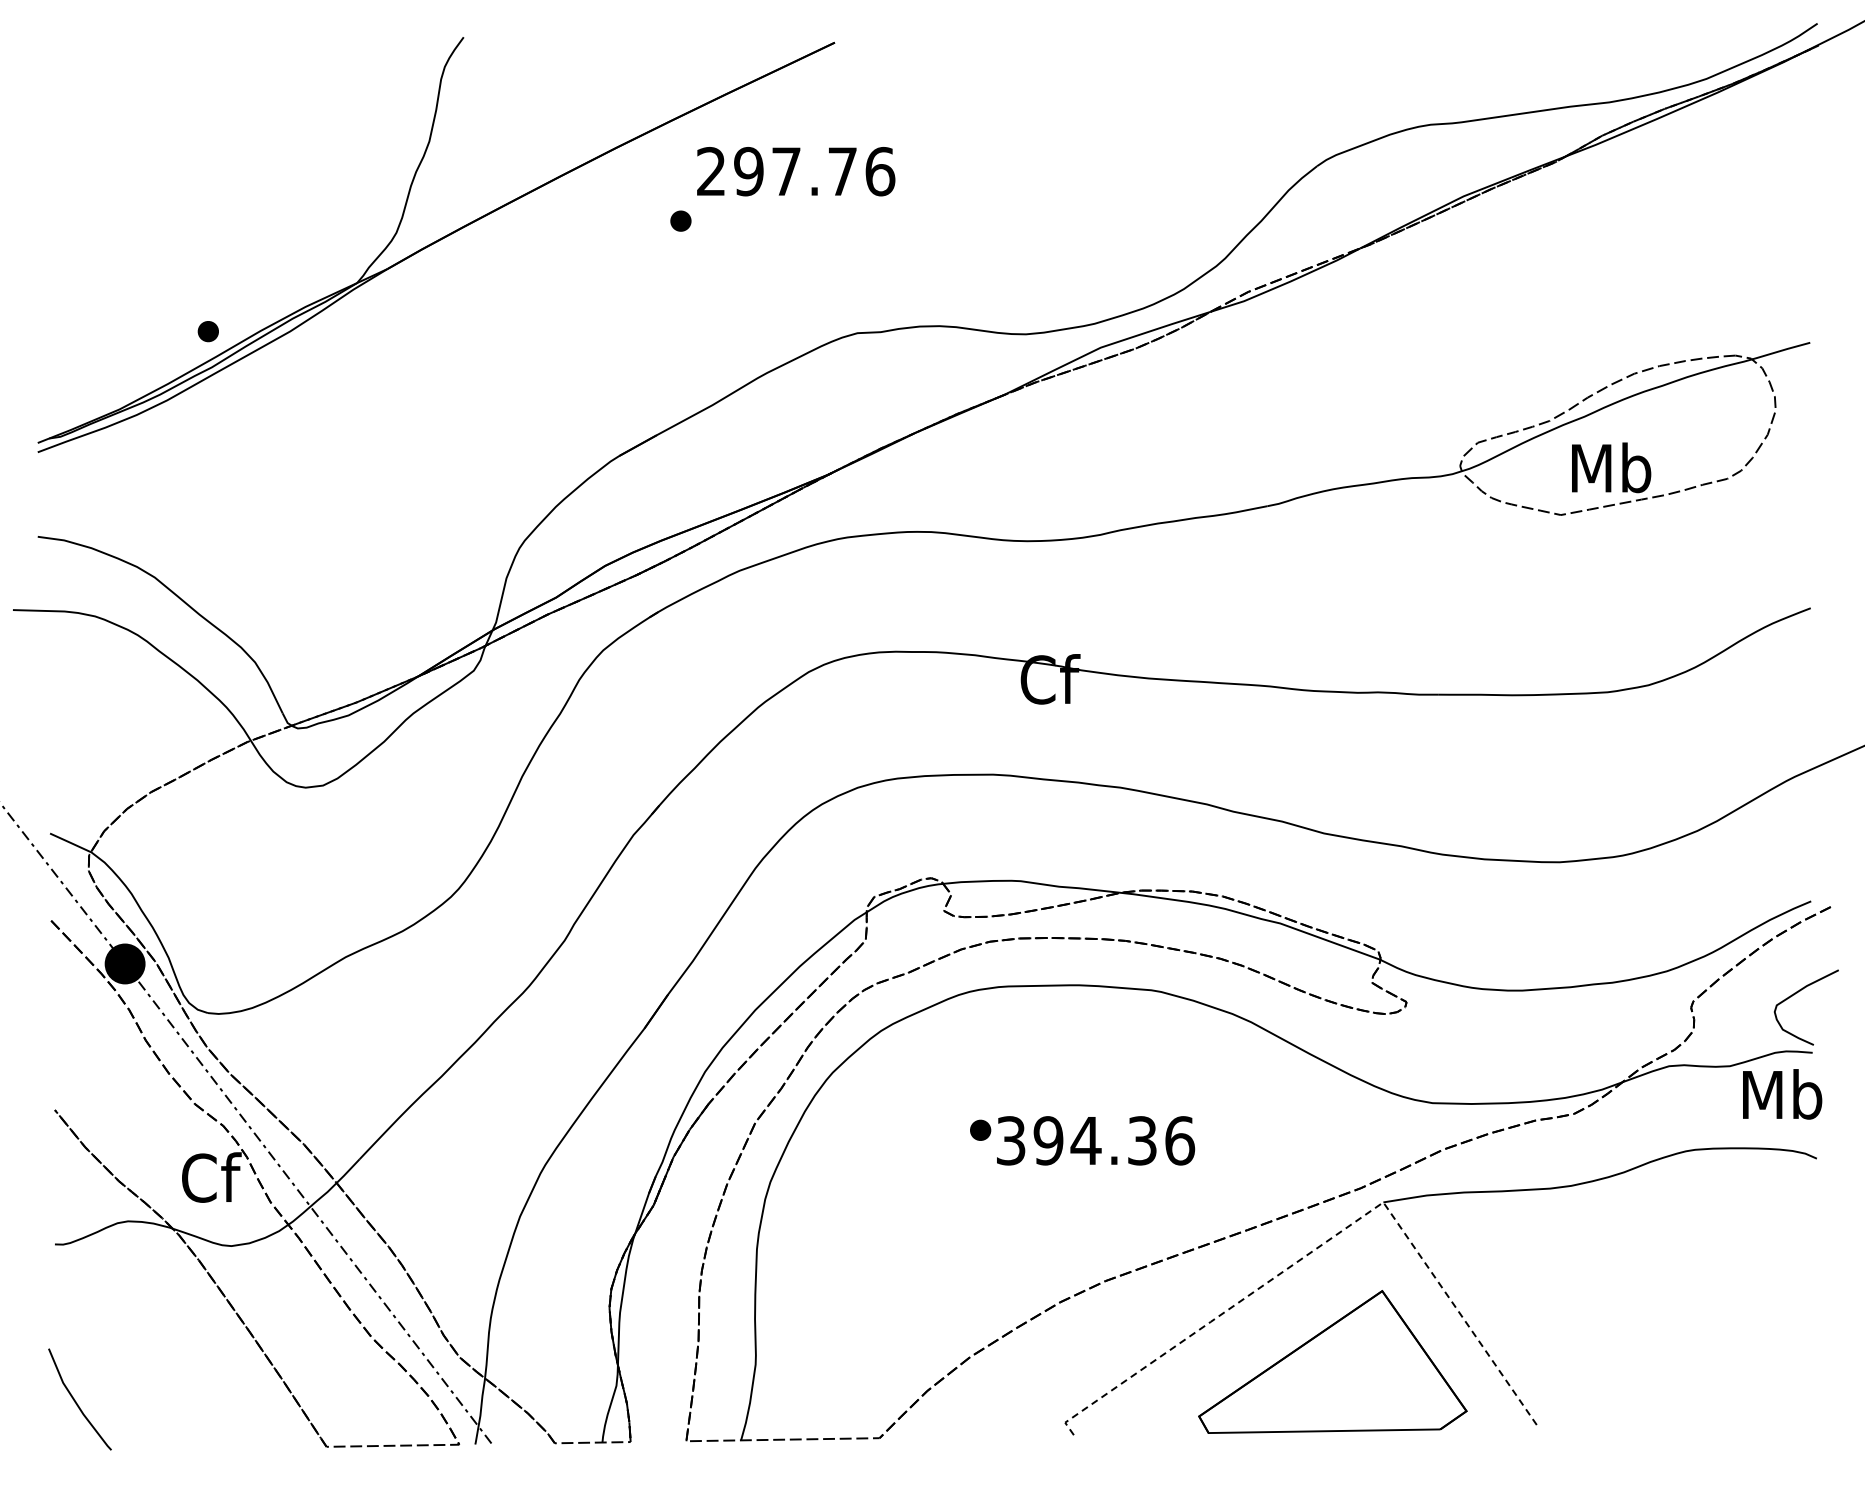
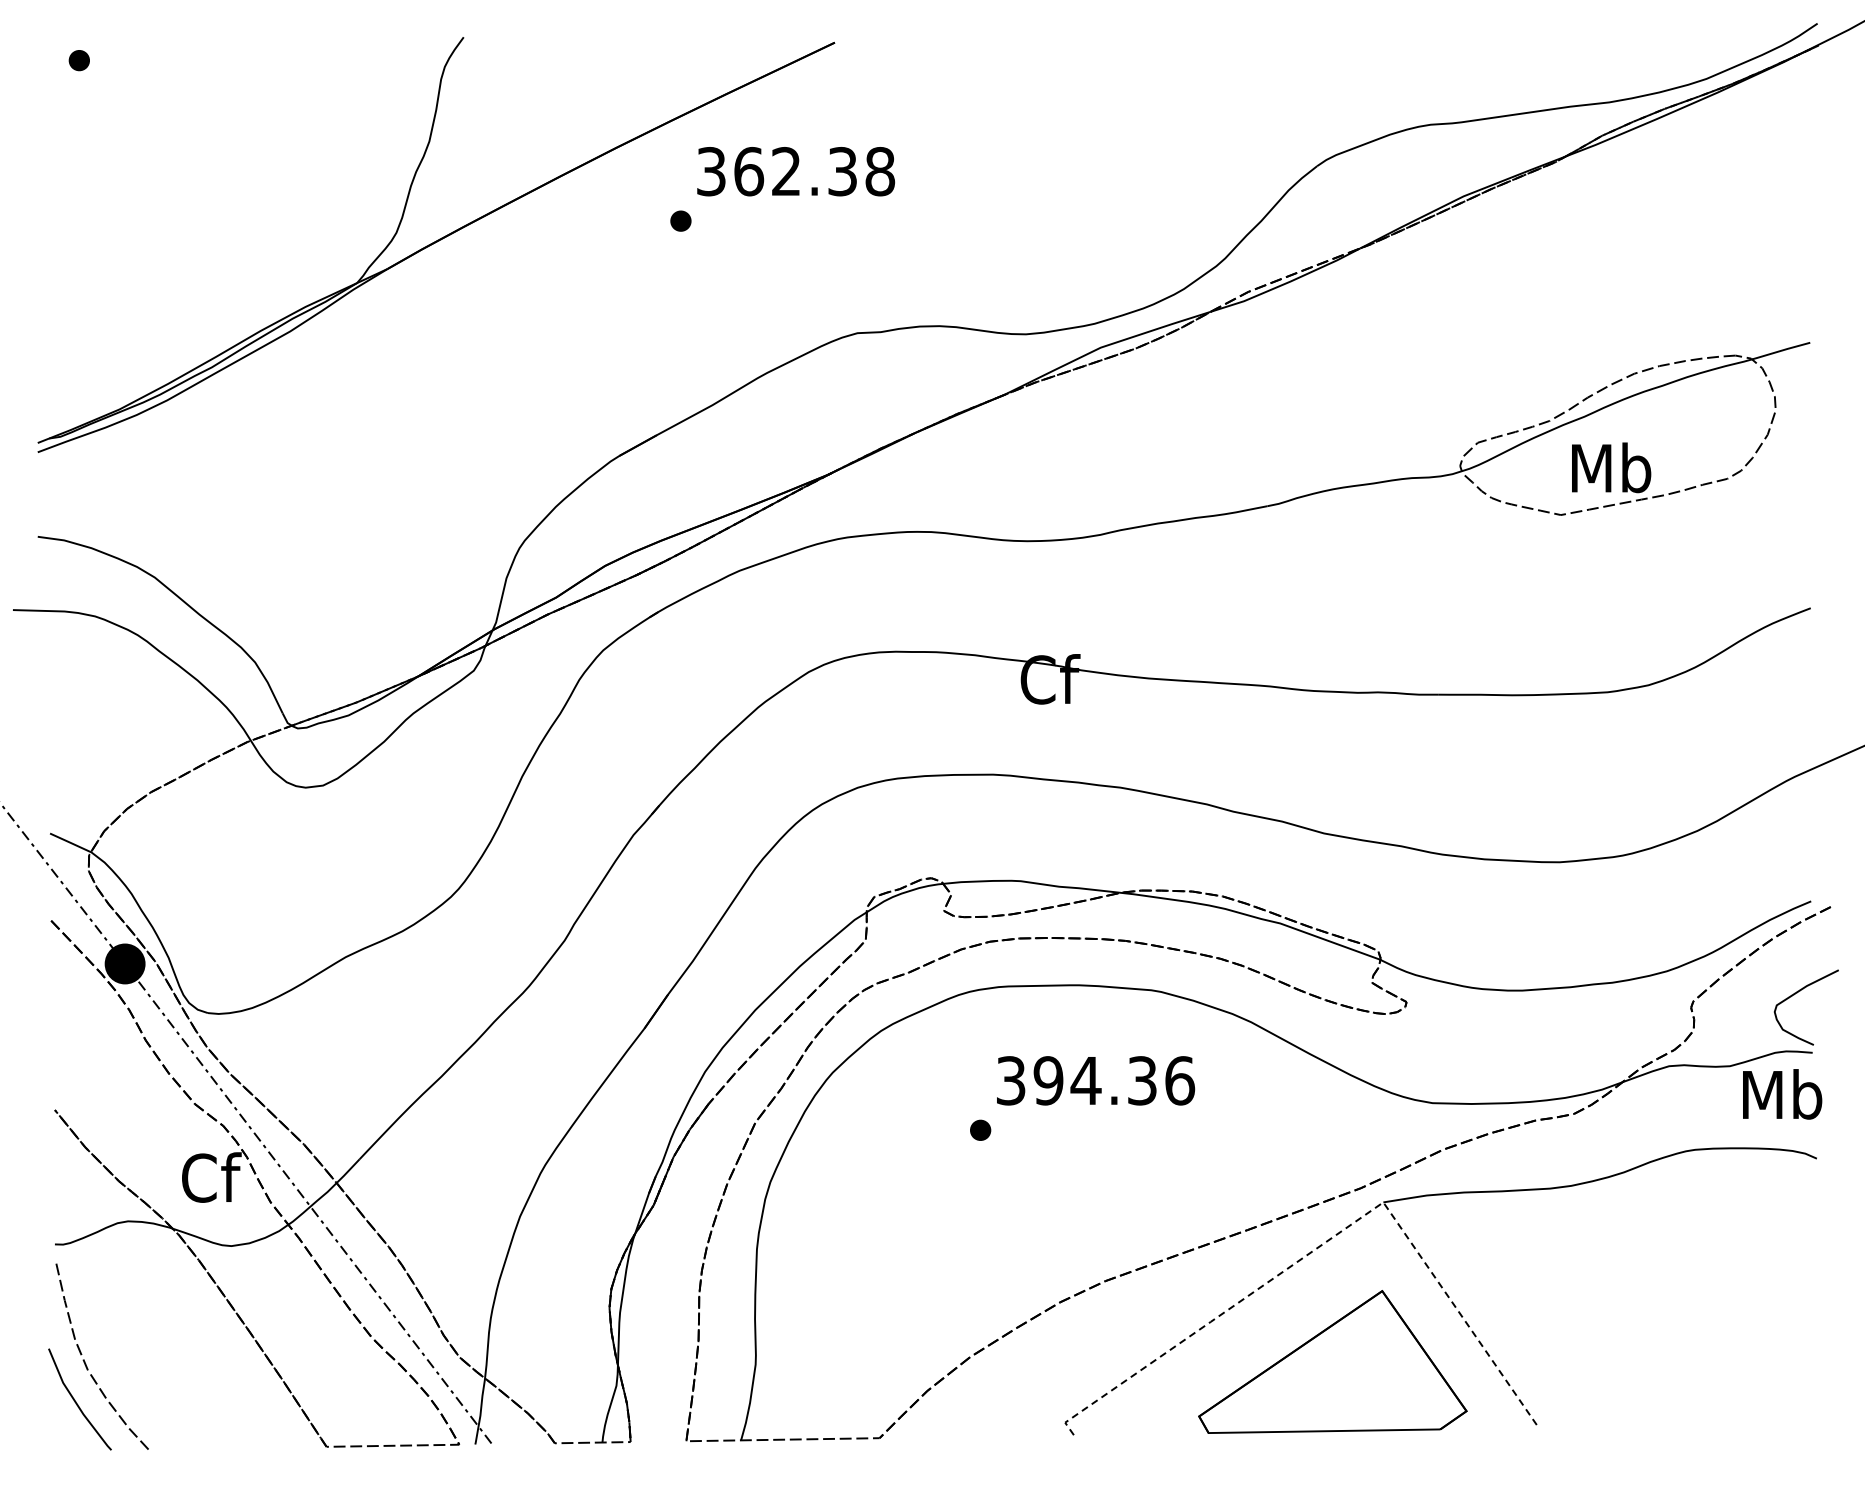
text at (796, 171): 297.76 -> 362.38
part at (207, 331) position: (207, 331) -> (78, 60)
text at (1096, 1140) position: (1096, 1140) -> (1096, 1080)
curve at (86, 1363): none -> present
